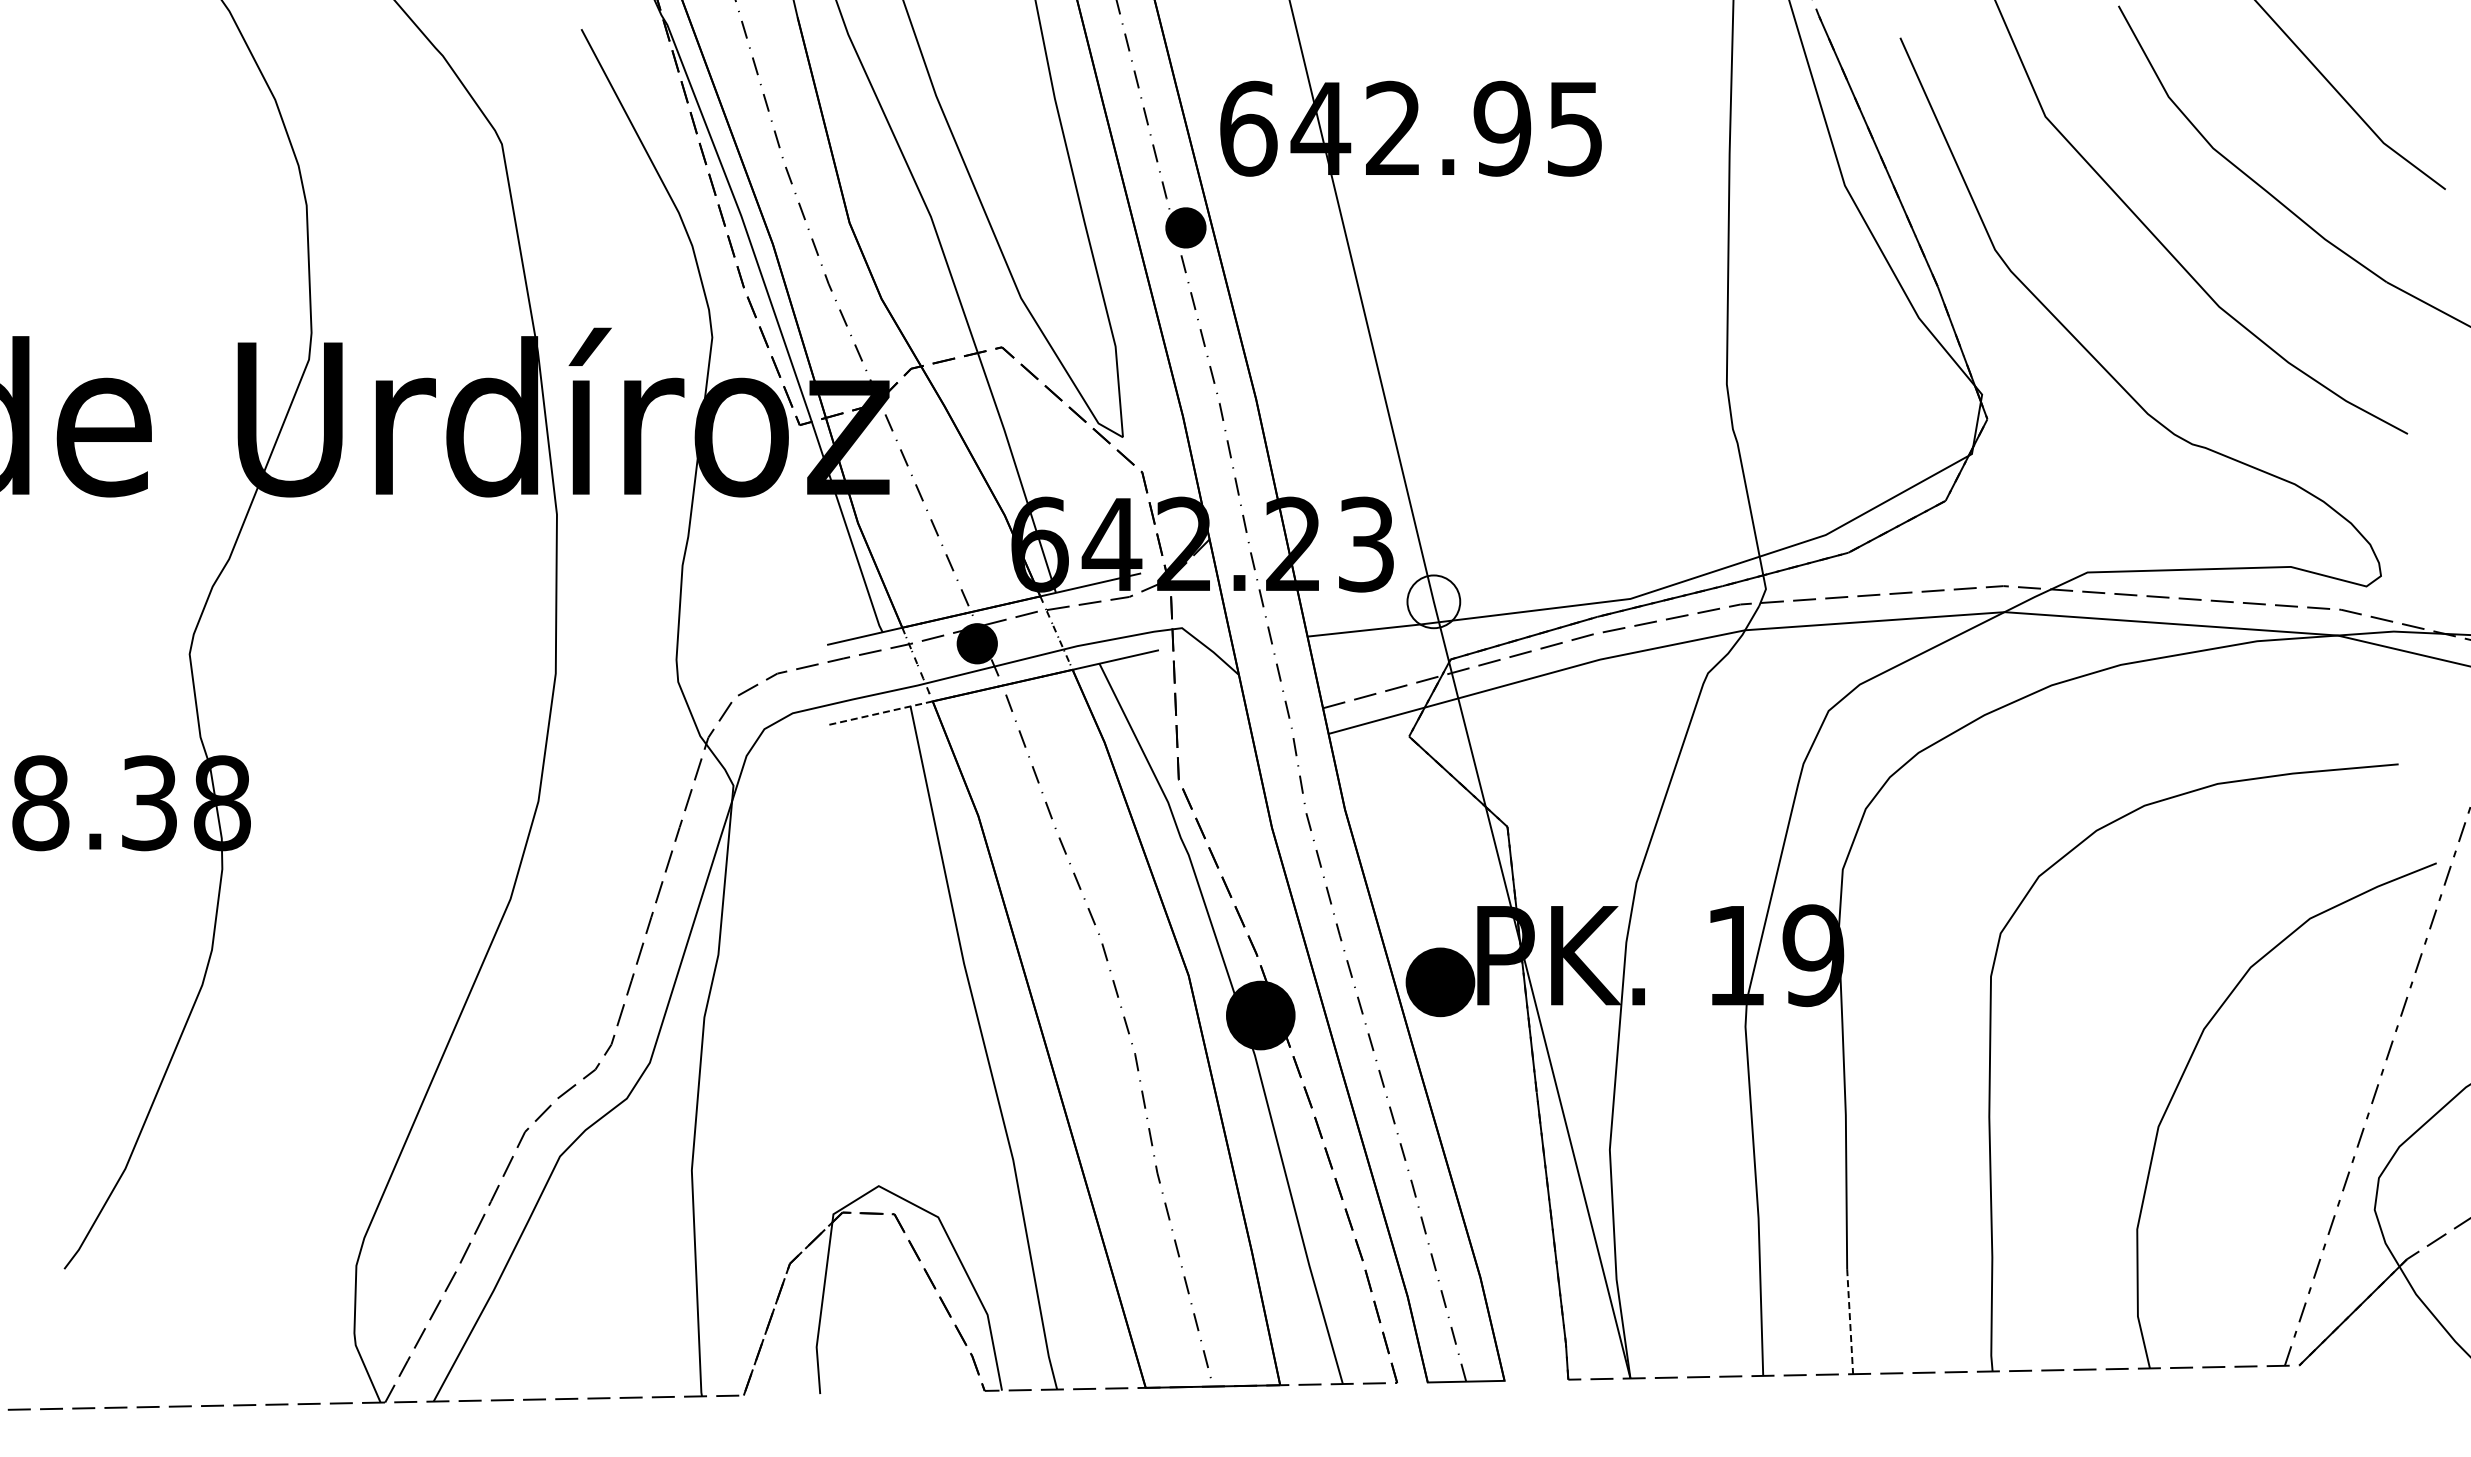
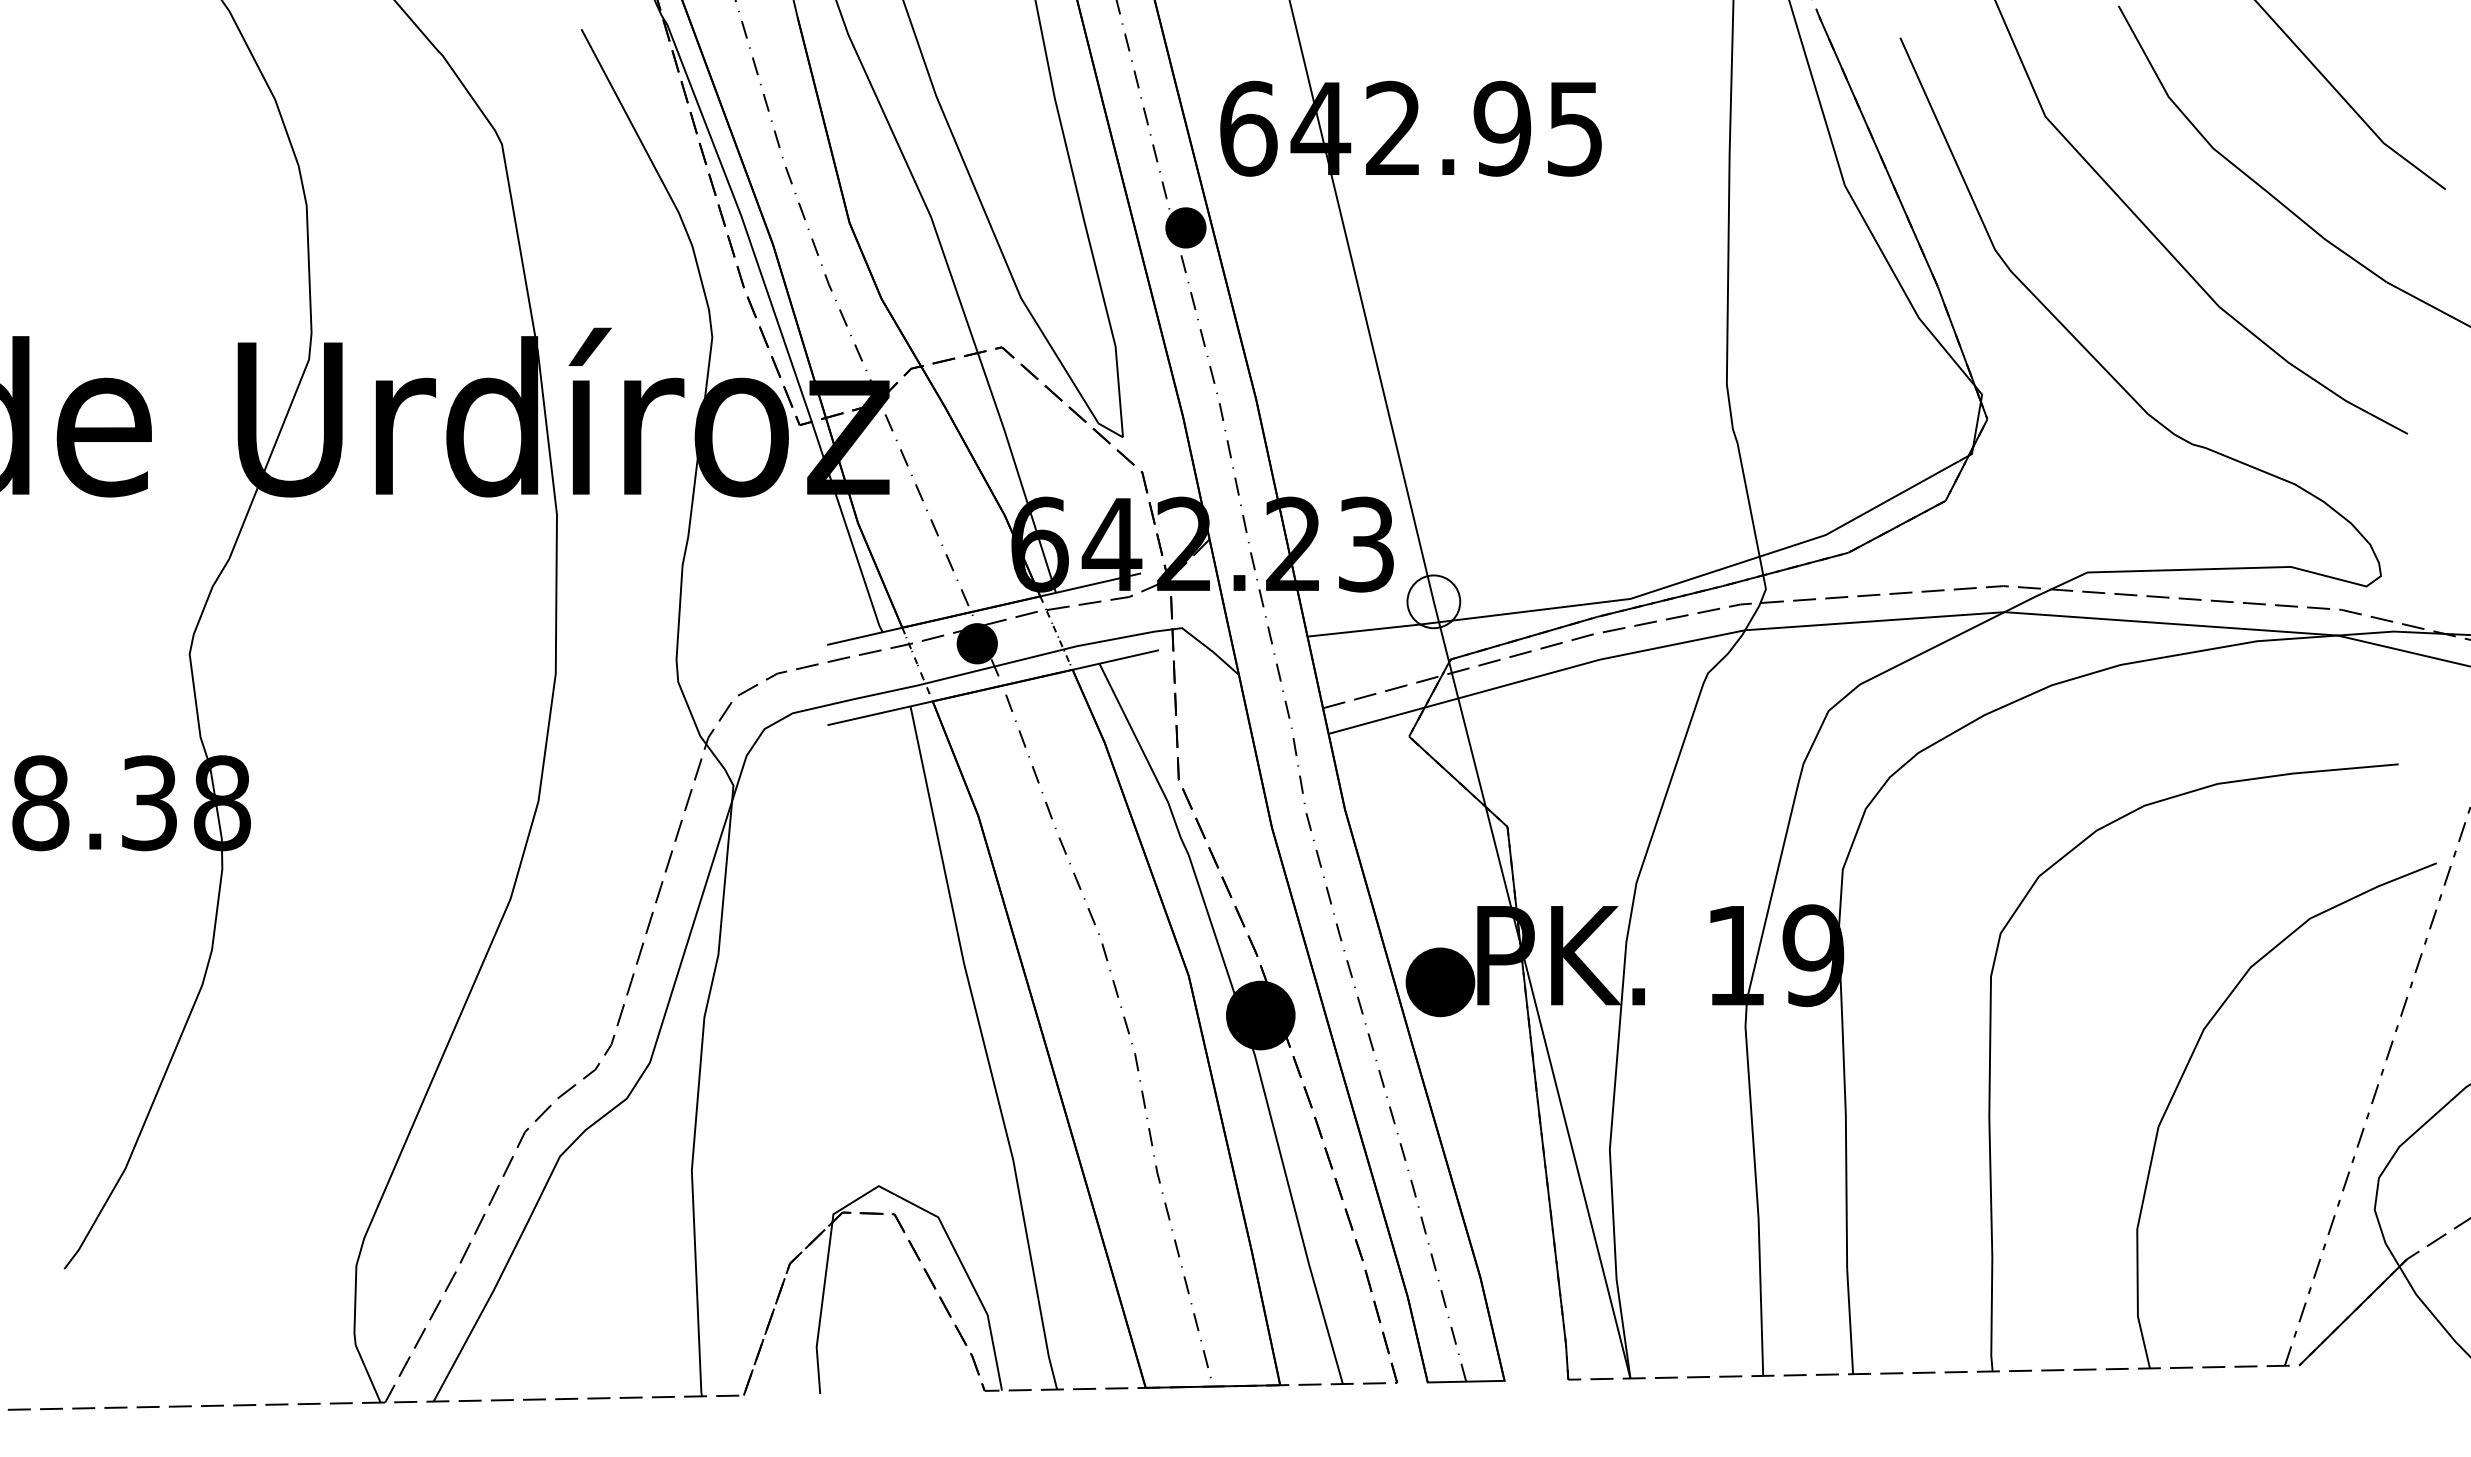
line at (880, 713): dashed -> solid
line at (1850, 1321): dashed -> solid
